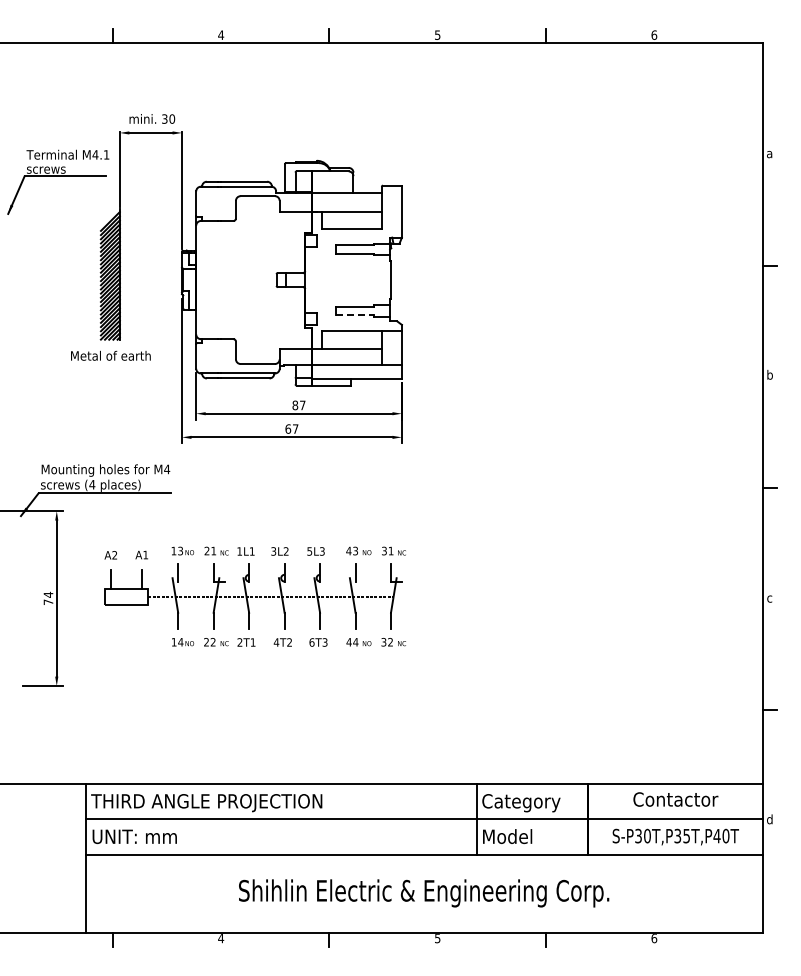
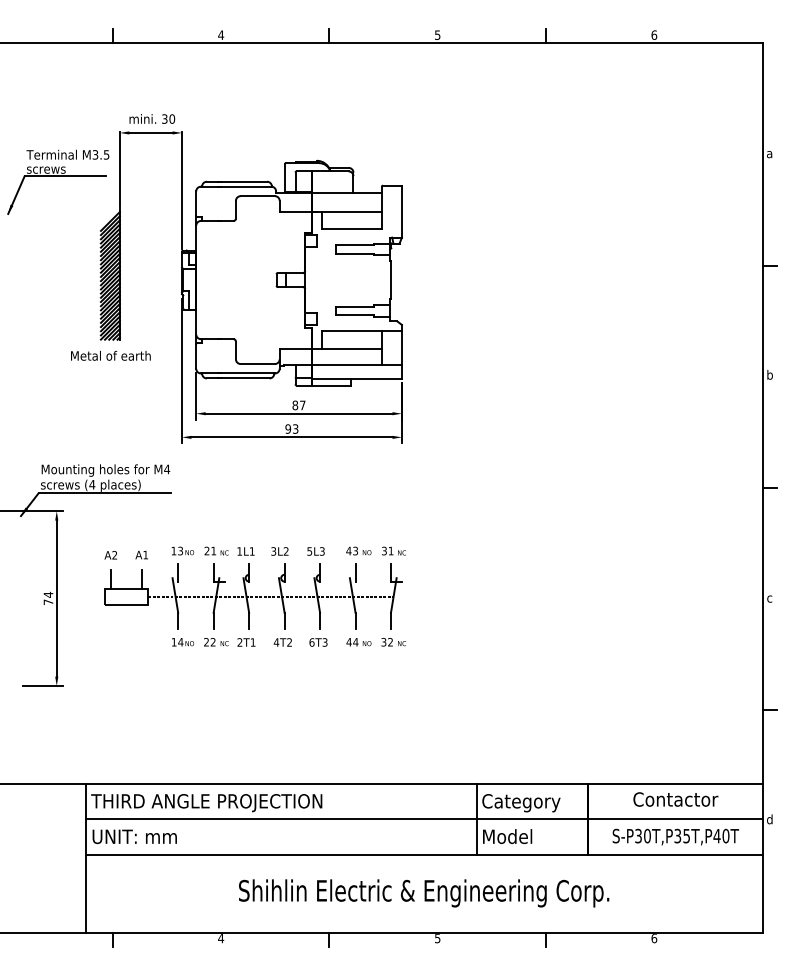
text at (100, 154): M4.1 -> M3.5
line at (354, 315): dashed -> solid
text at (291, 428): 67 -> 93
